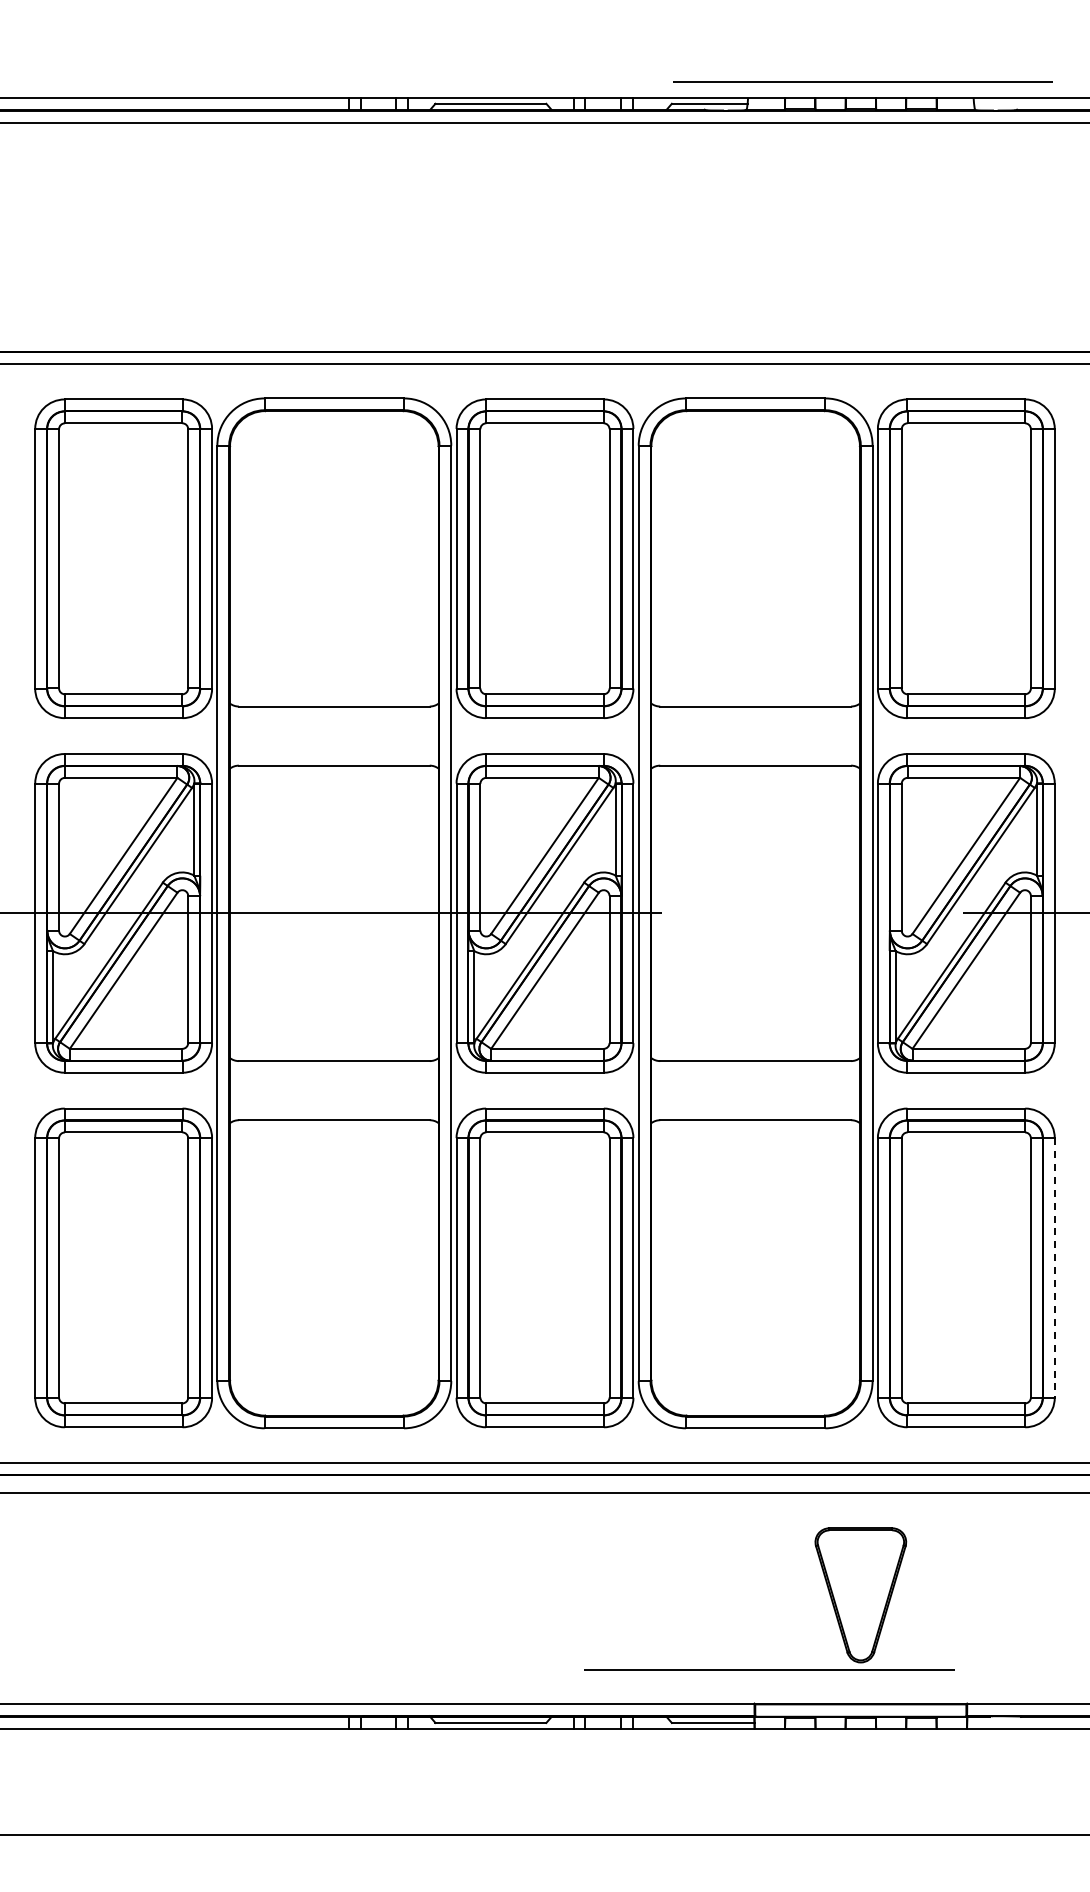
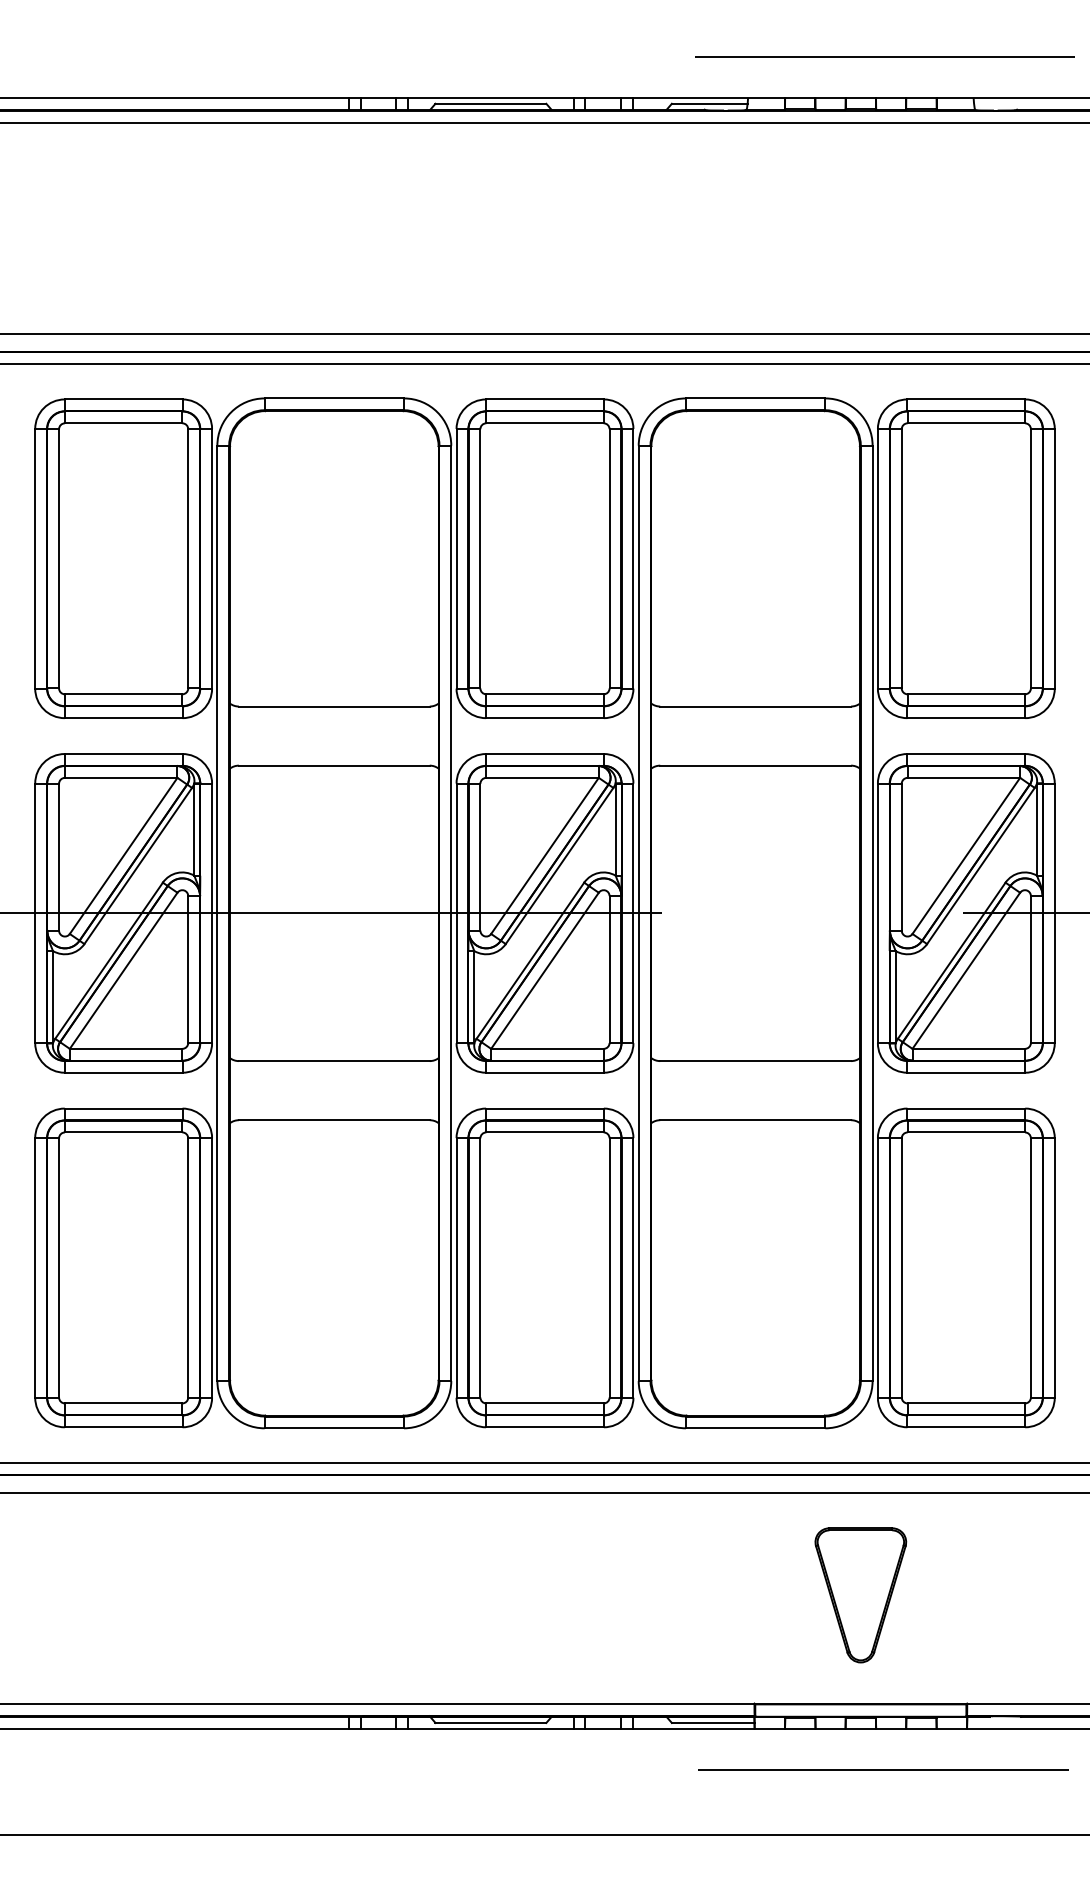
line at (862, 81) position: (862, 81) -> (884, 56)
line at (544, 333): none -> present
line at (1054, 1267): dashed -> solid
line at (769, 1669) position: (769, 1669) -> (883, 1769)
